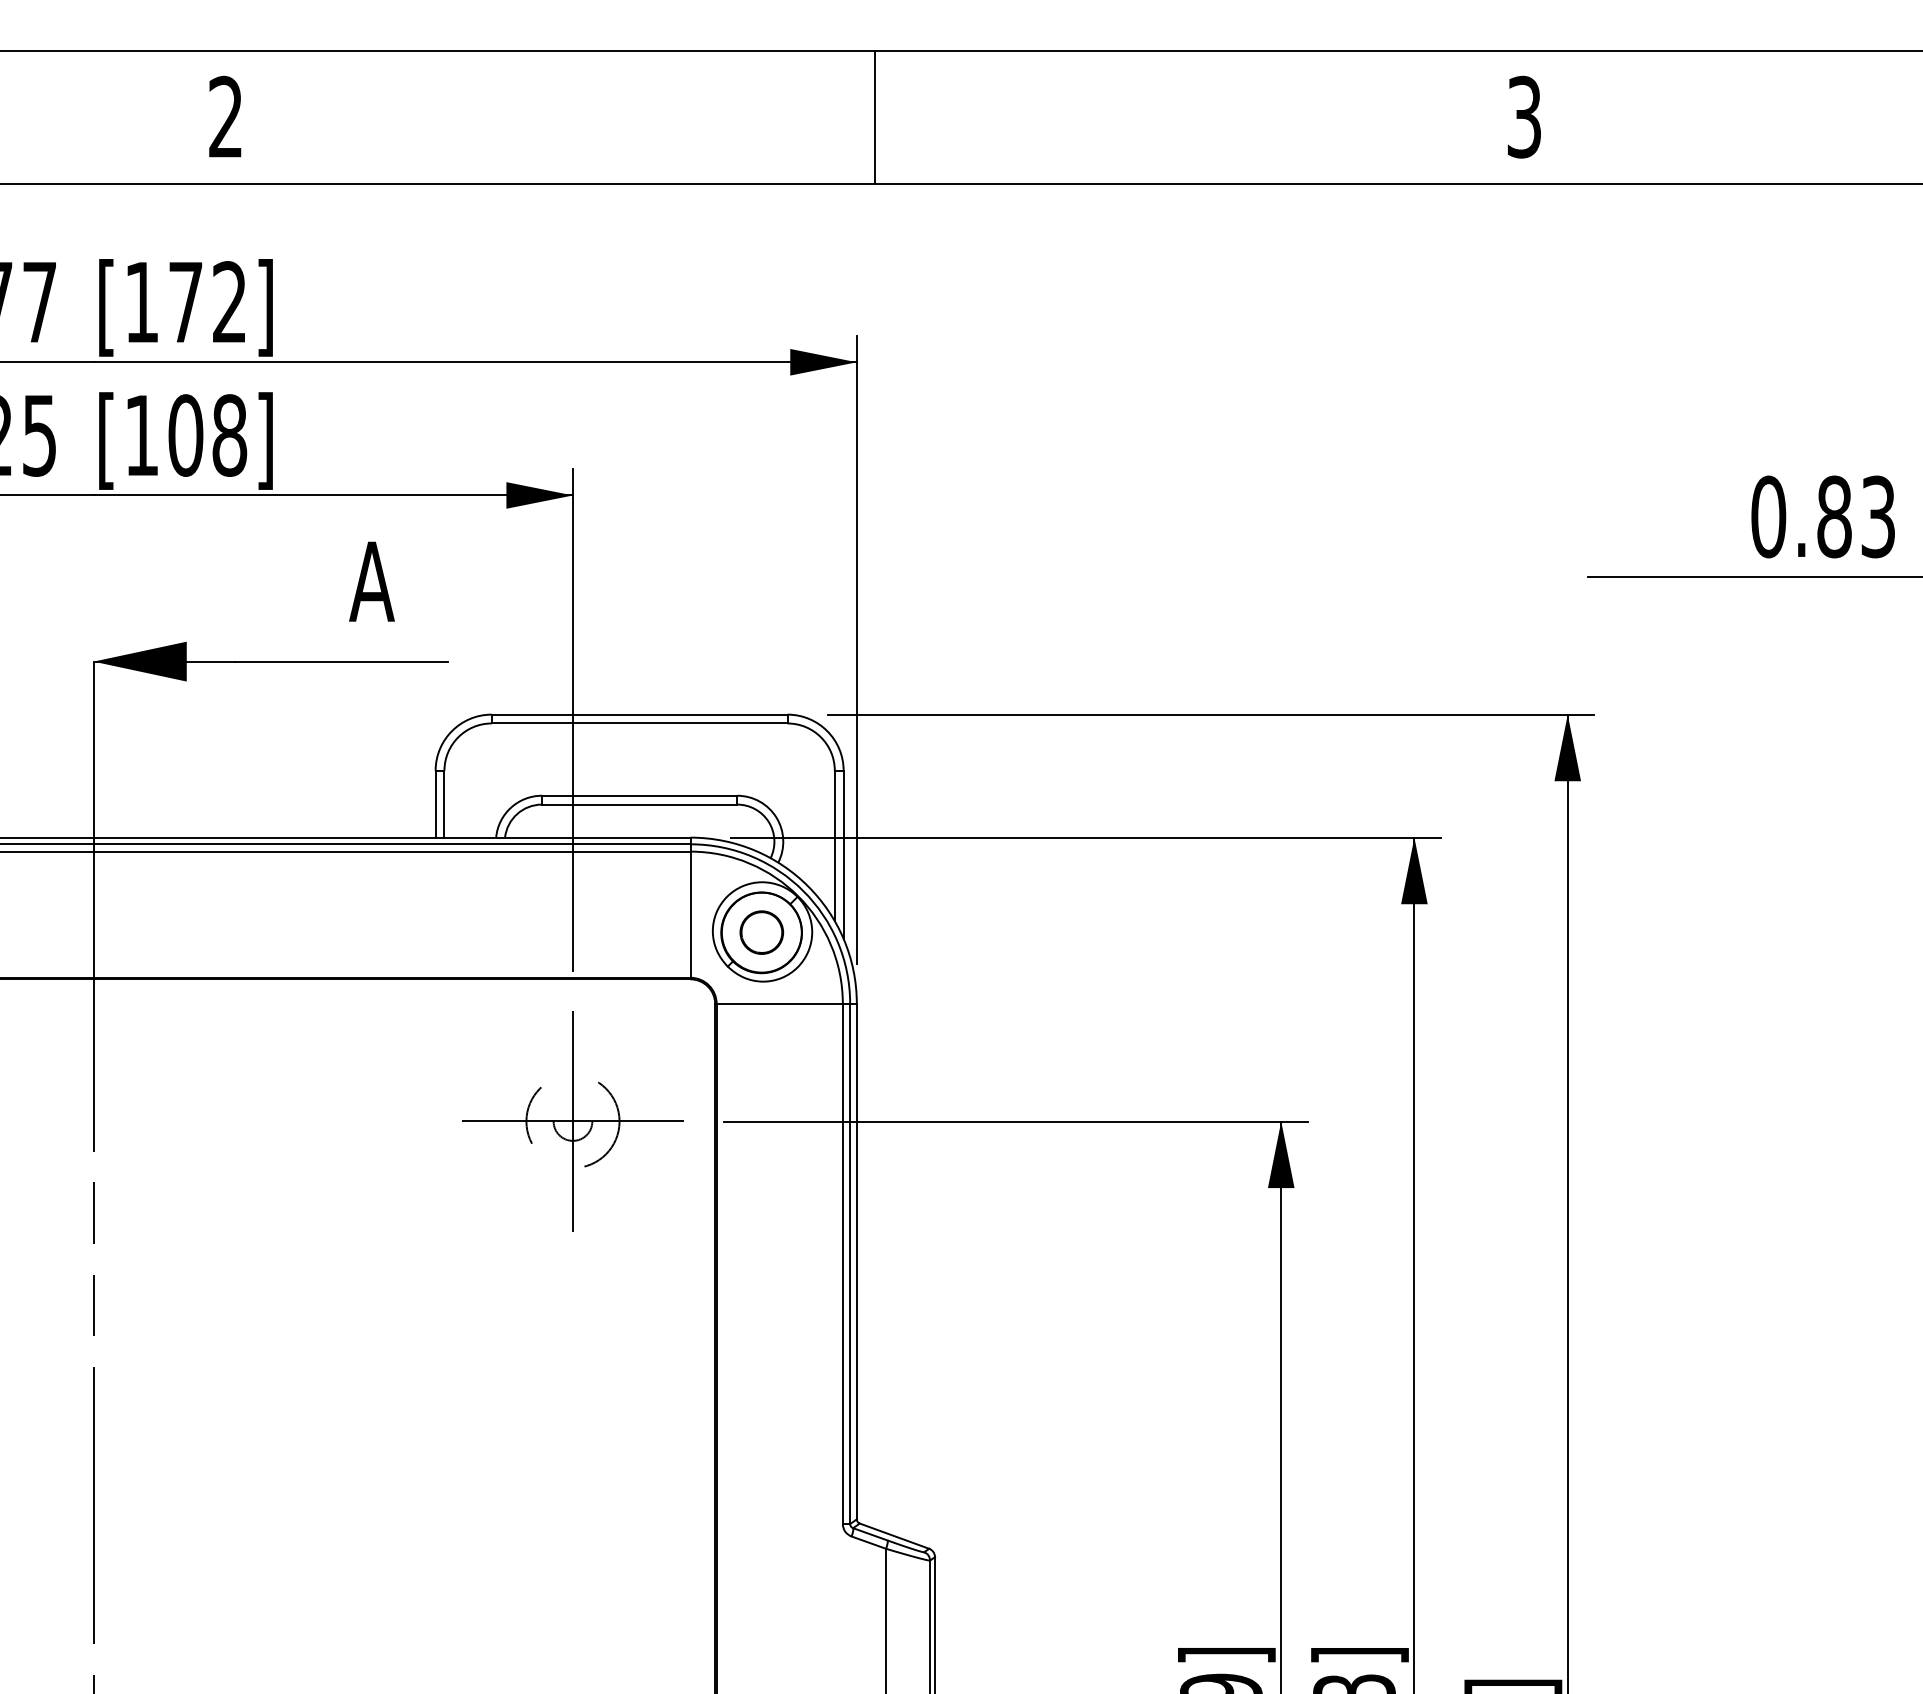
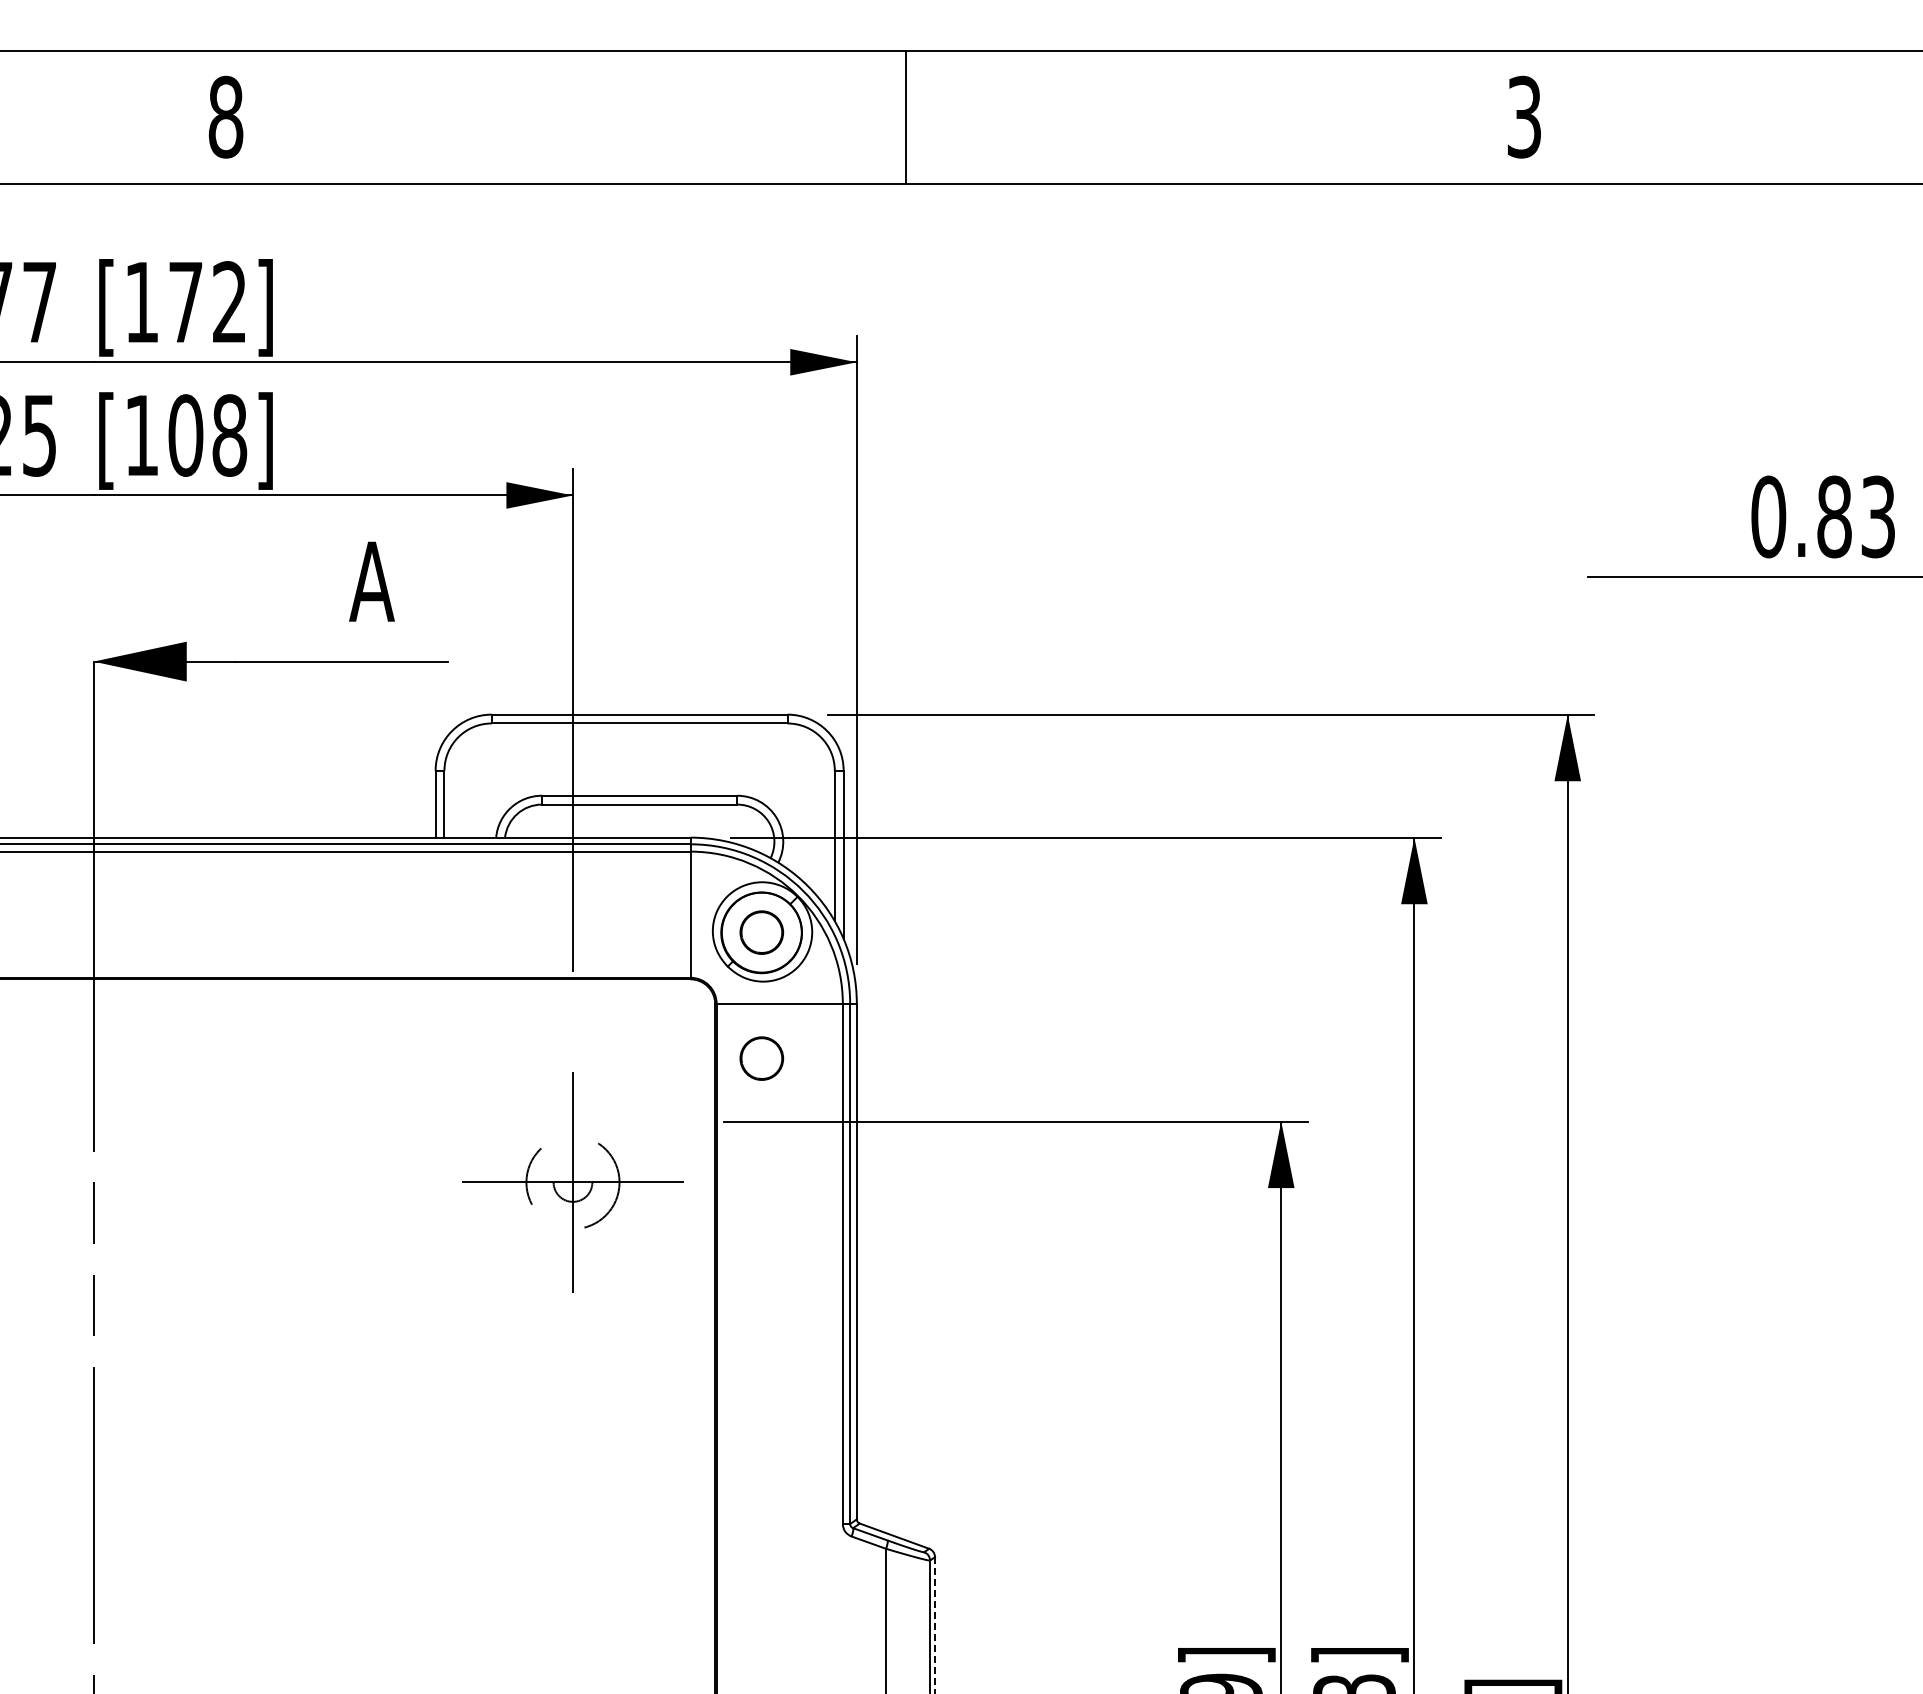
text at (225, 116): 2 -> 8
line at (875, 116) position: (875, 116) -> (906, 116)
part at (761, 1058): none -> present
part at (572, 1121) position: (572, 1121) -> (572, 1182)
line at (935, 1626): solid -> dashed
